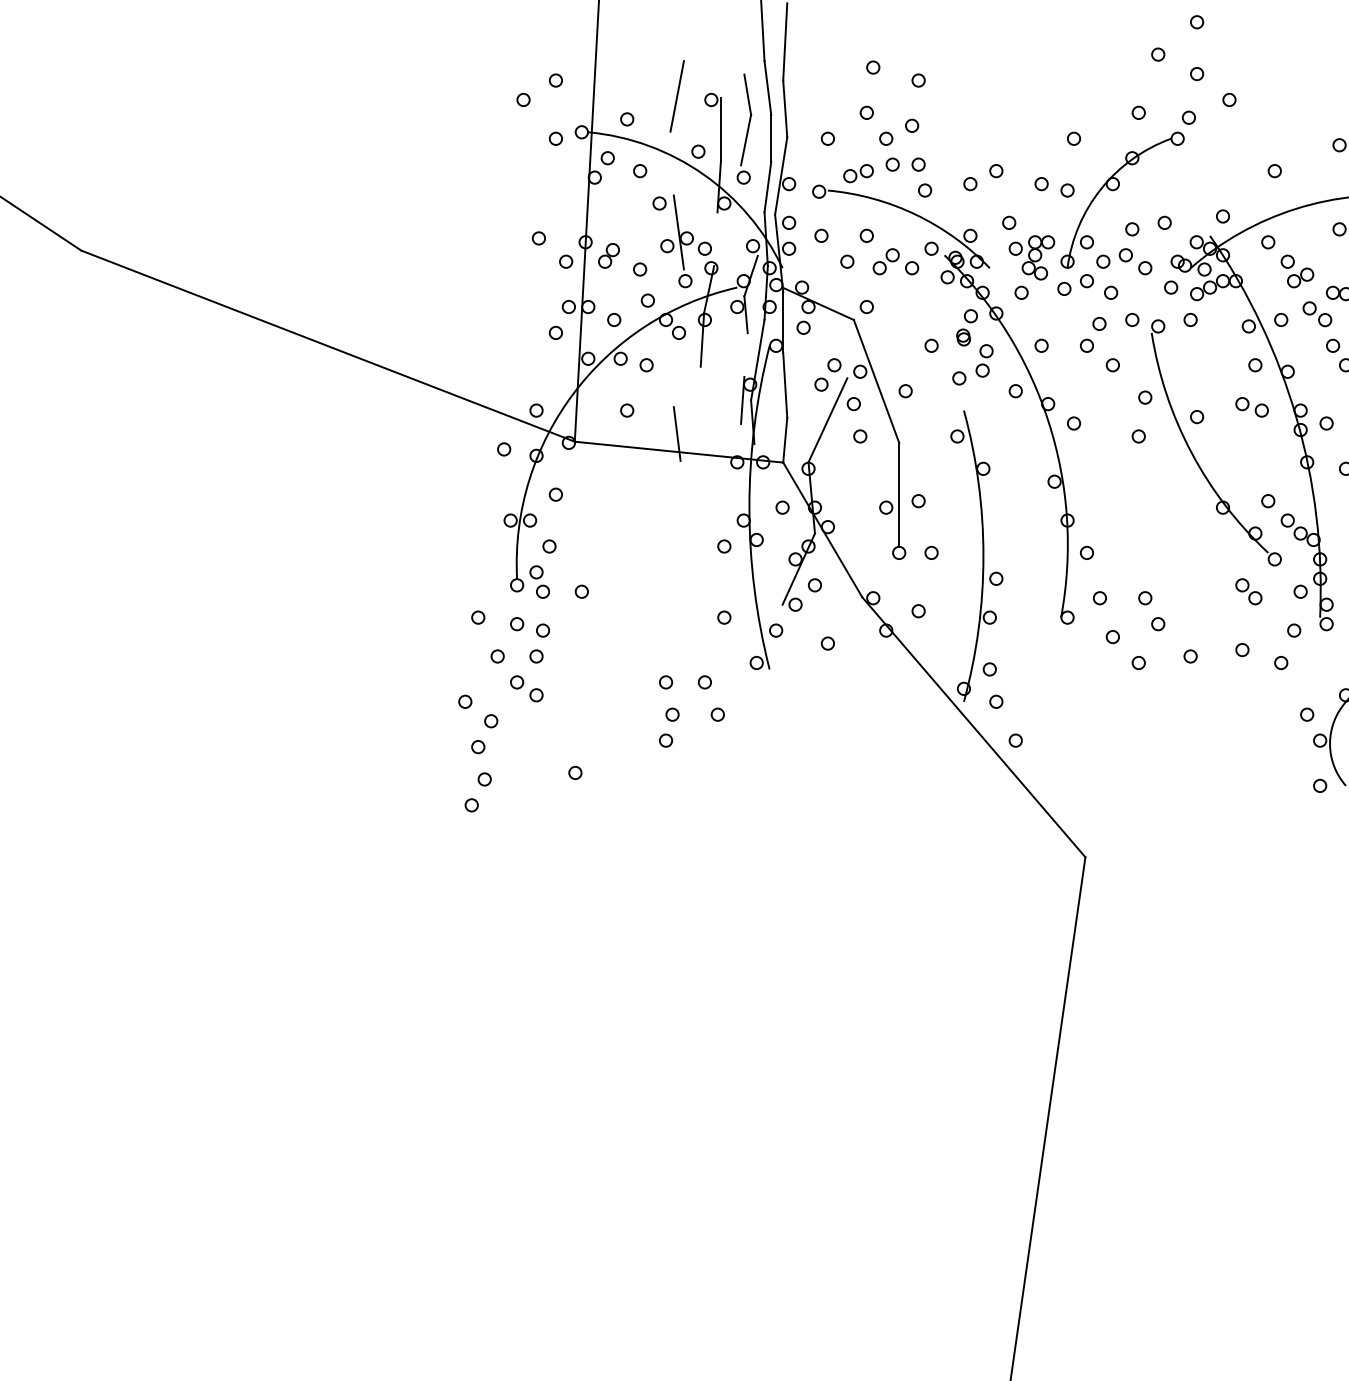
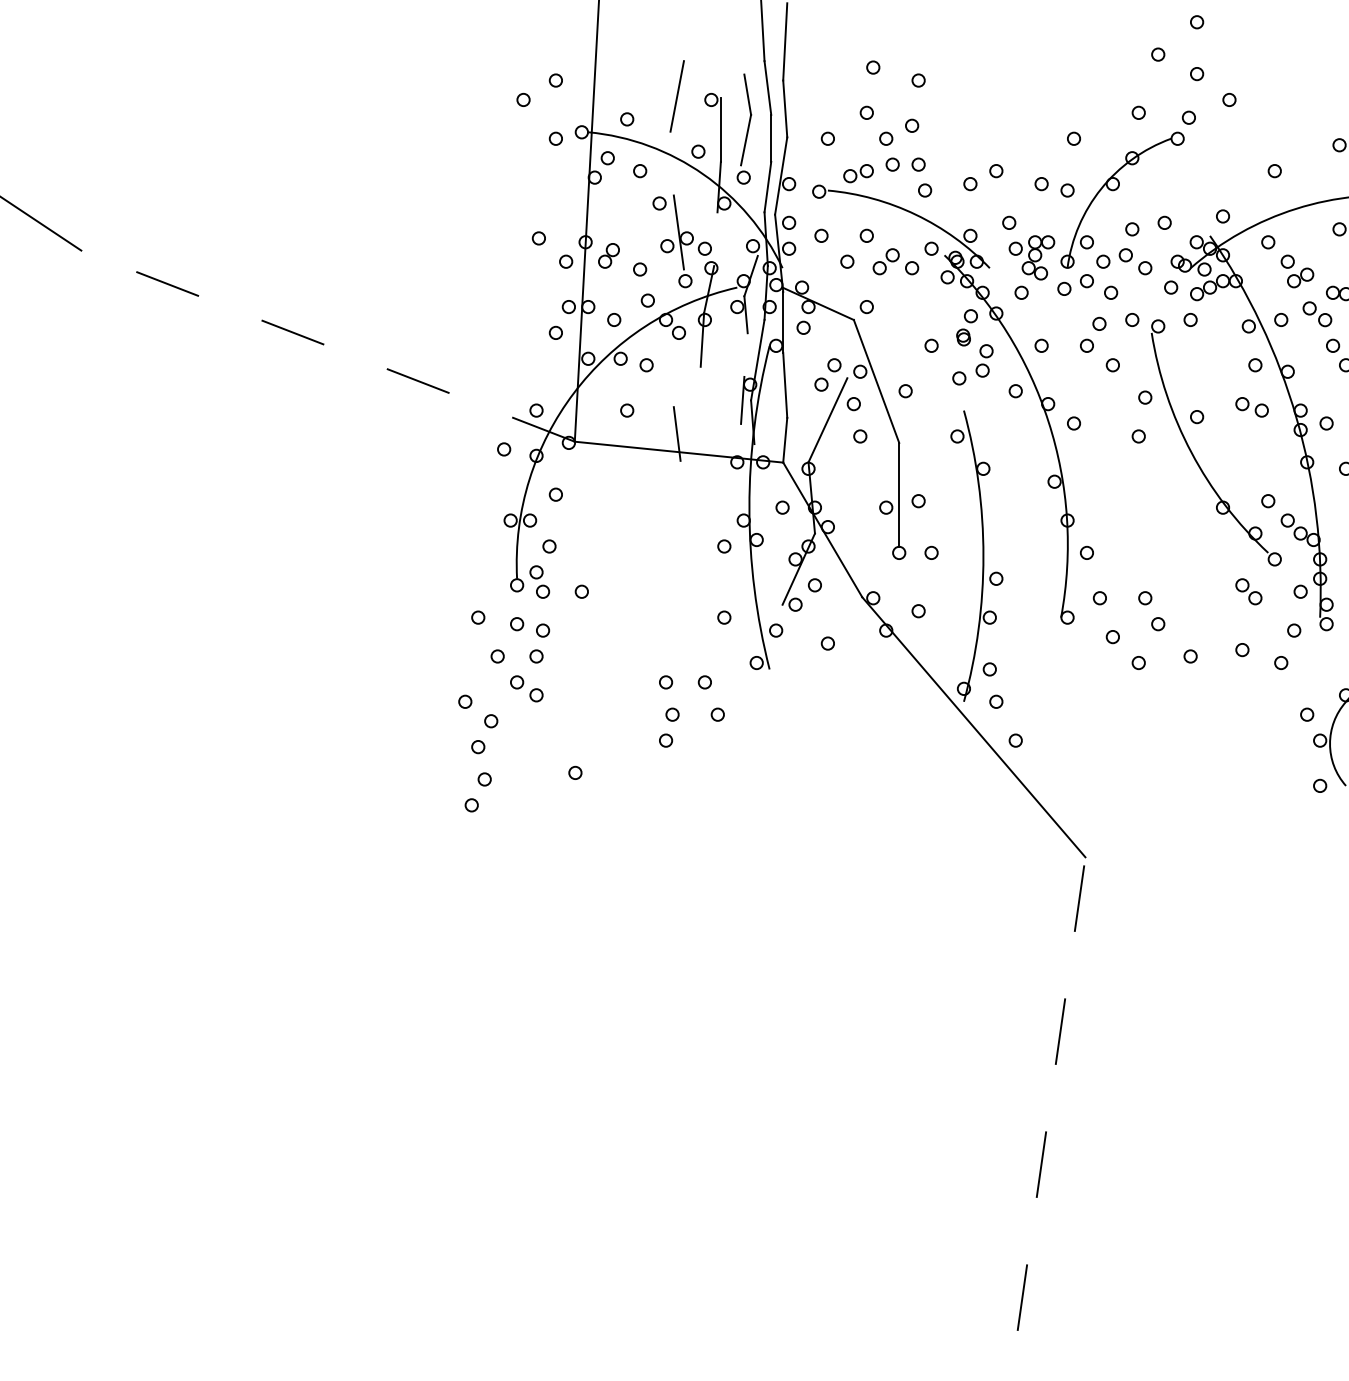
line at (328, 346): solid -> dashed
line at (1048, 1118): solid -> dashed
